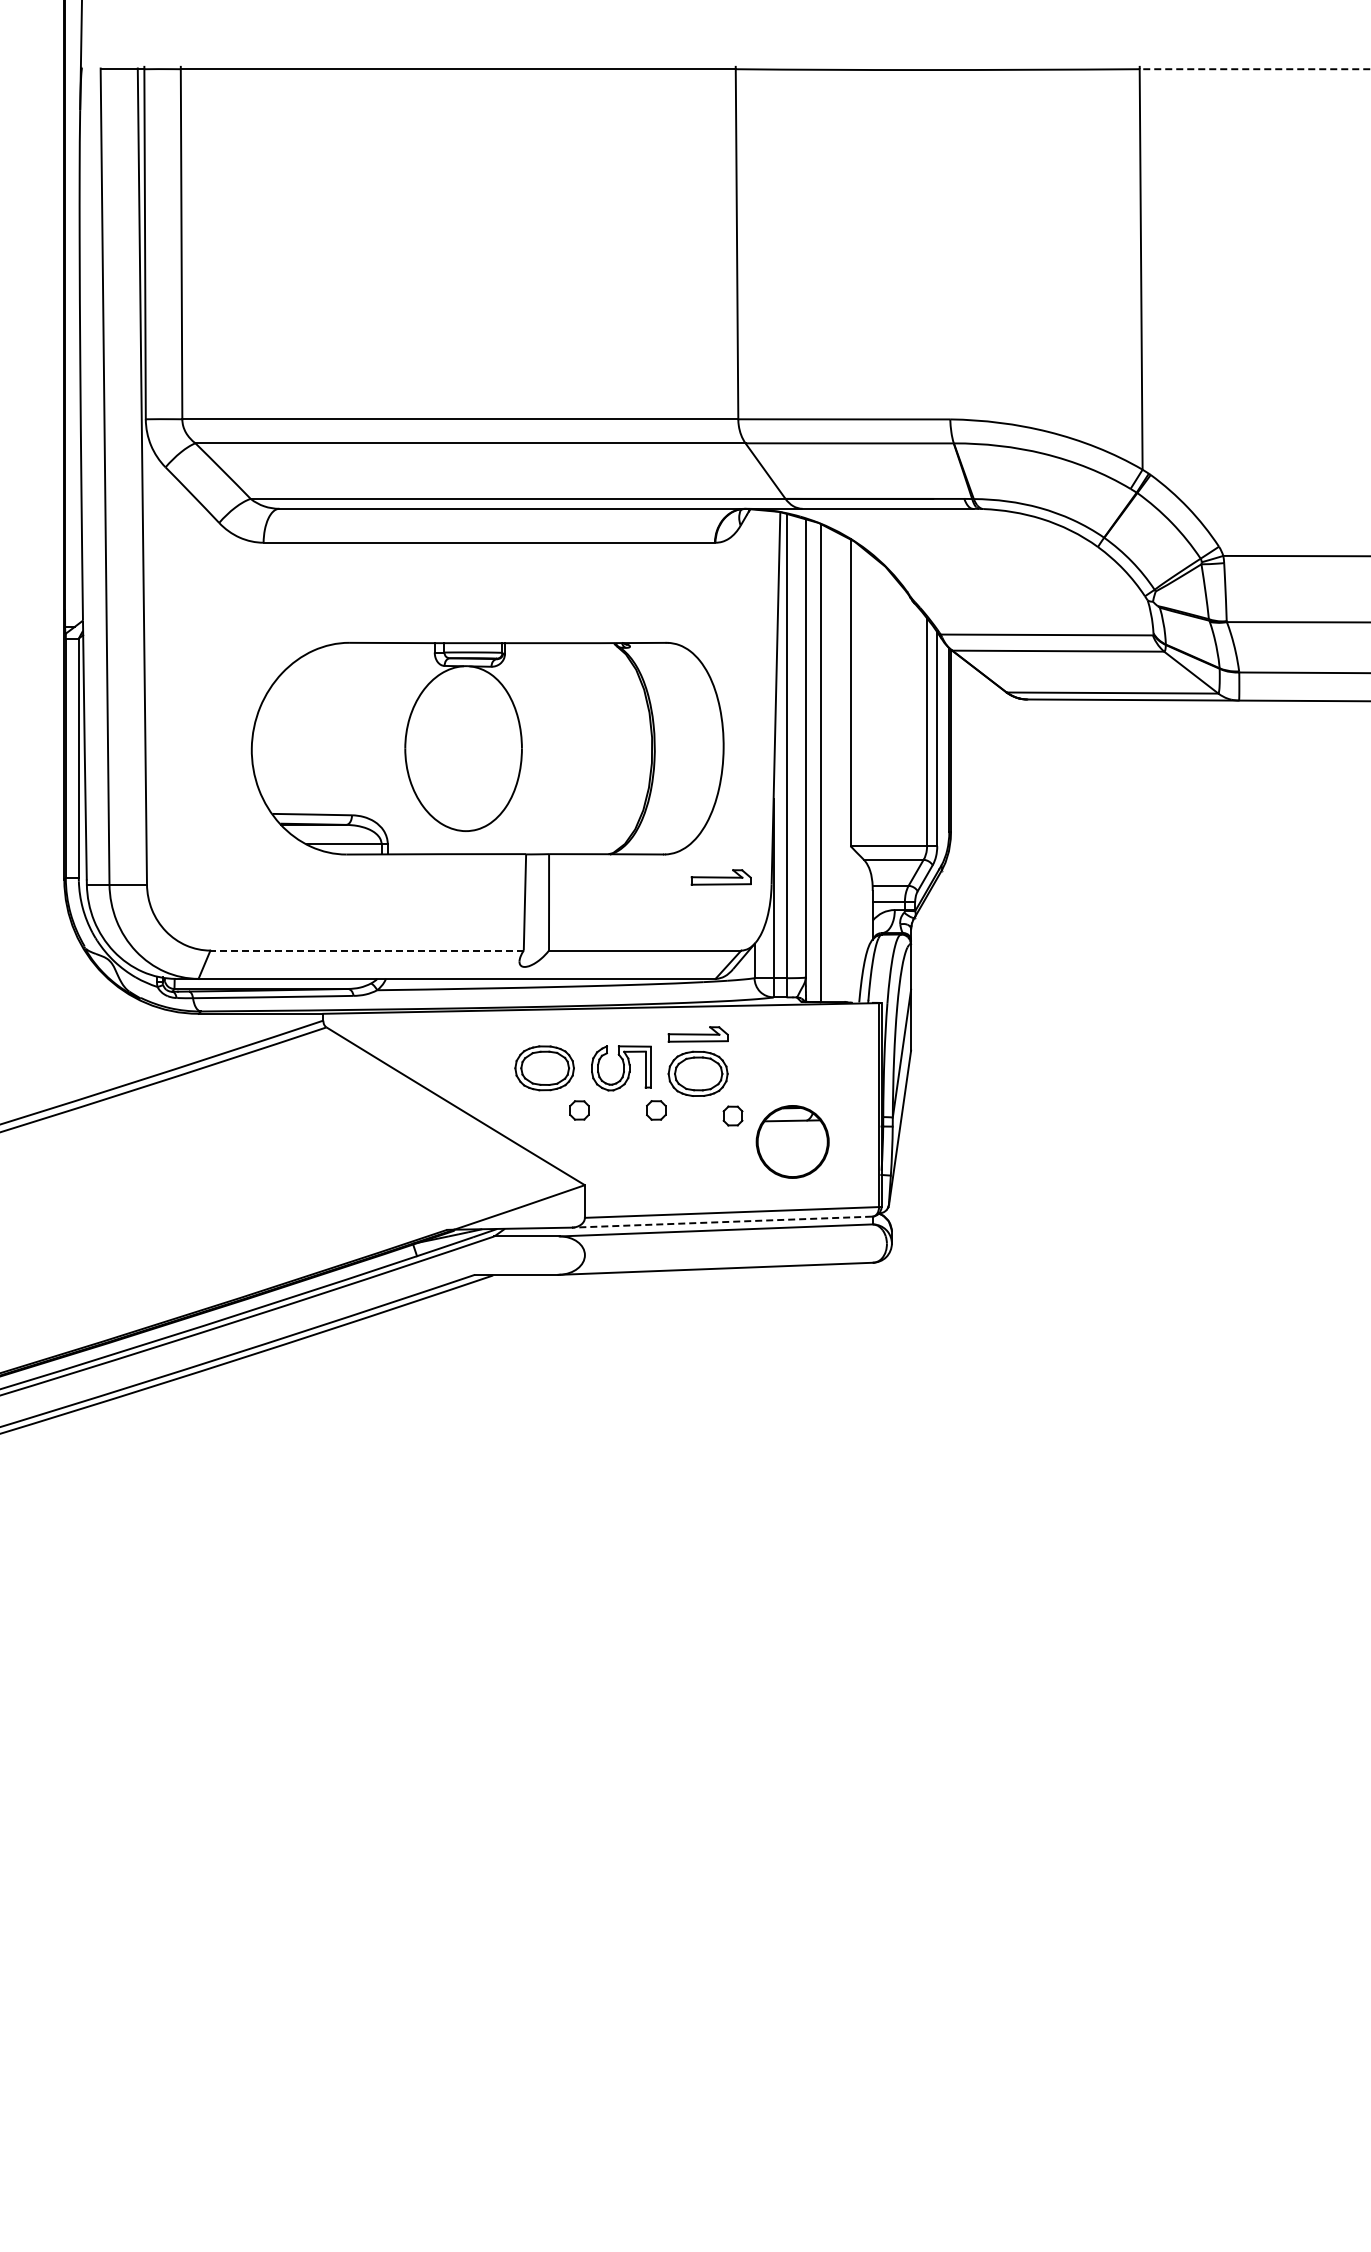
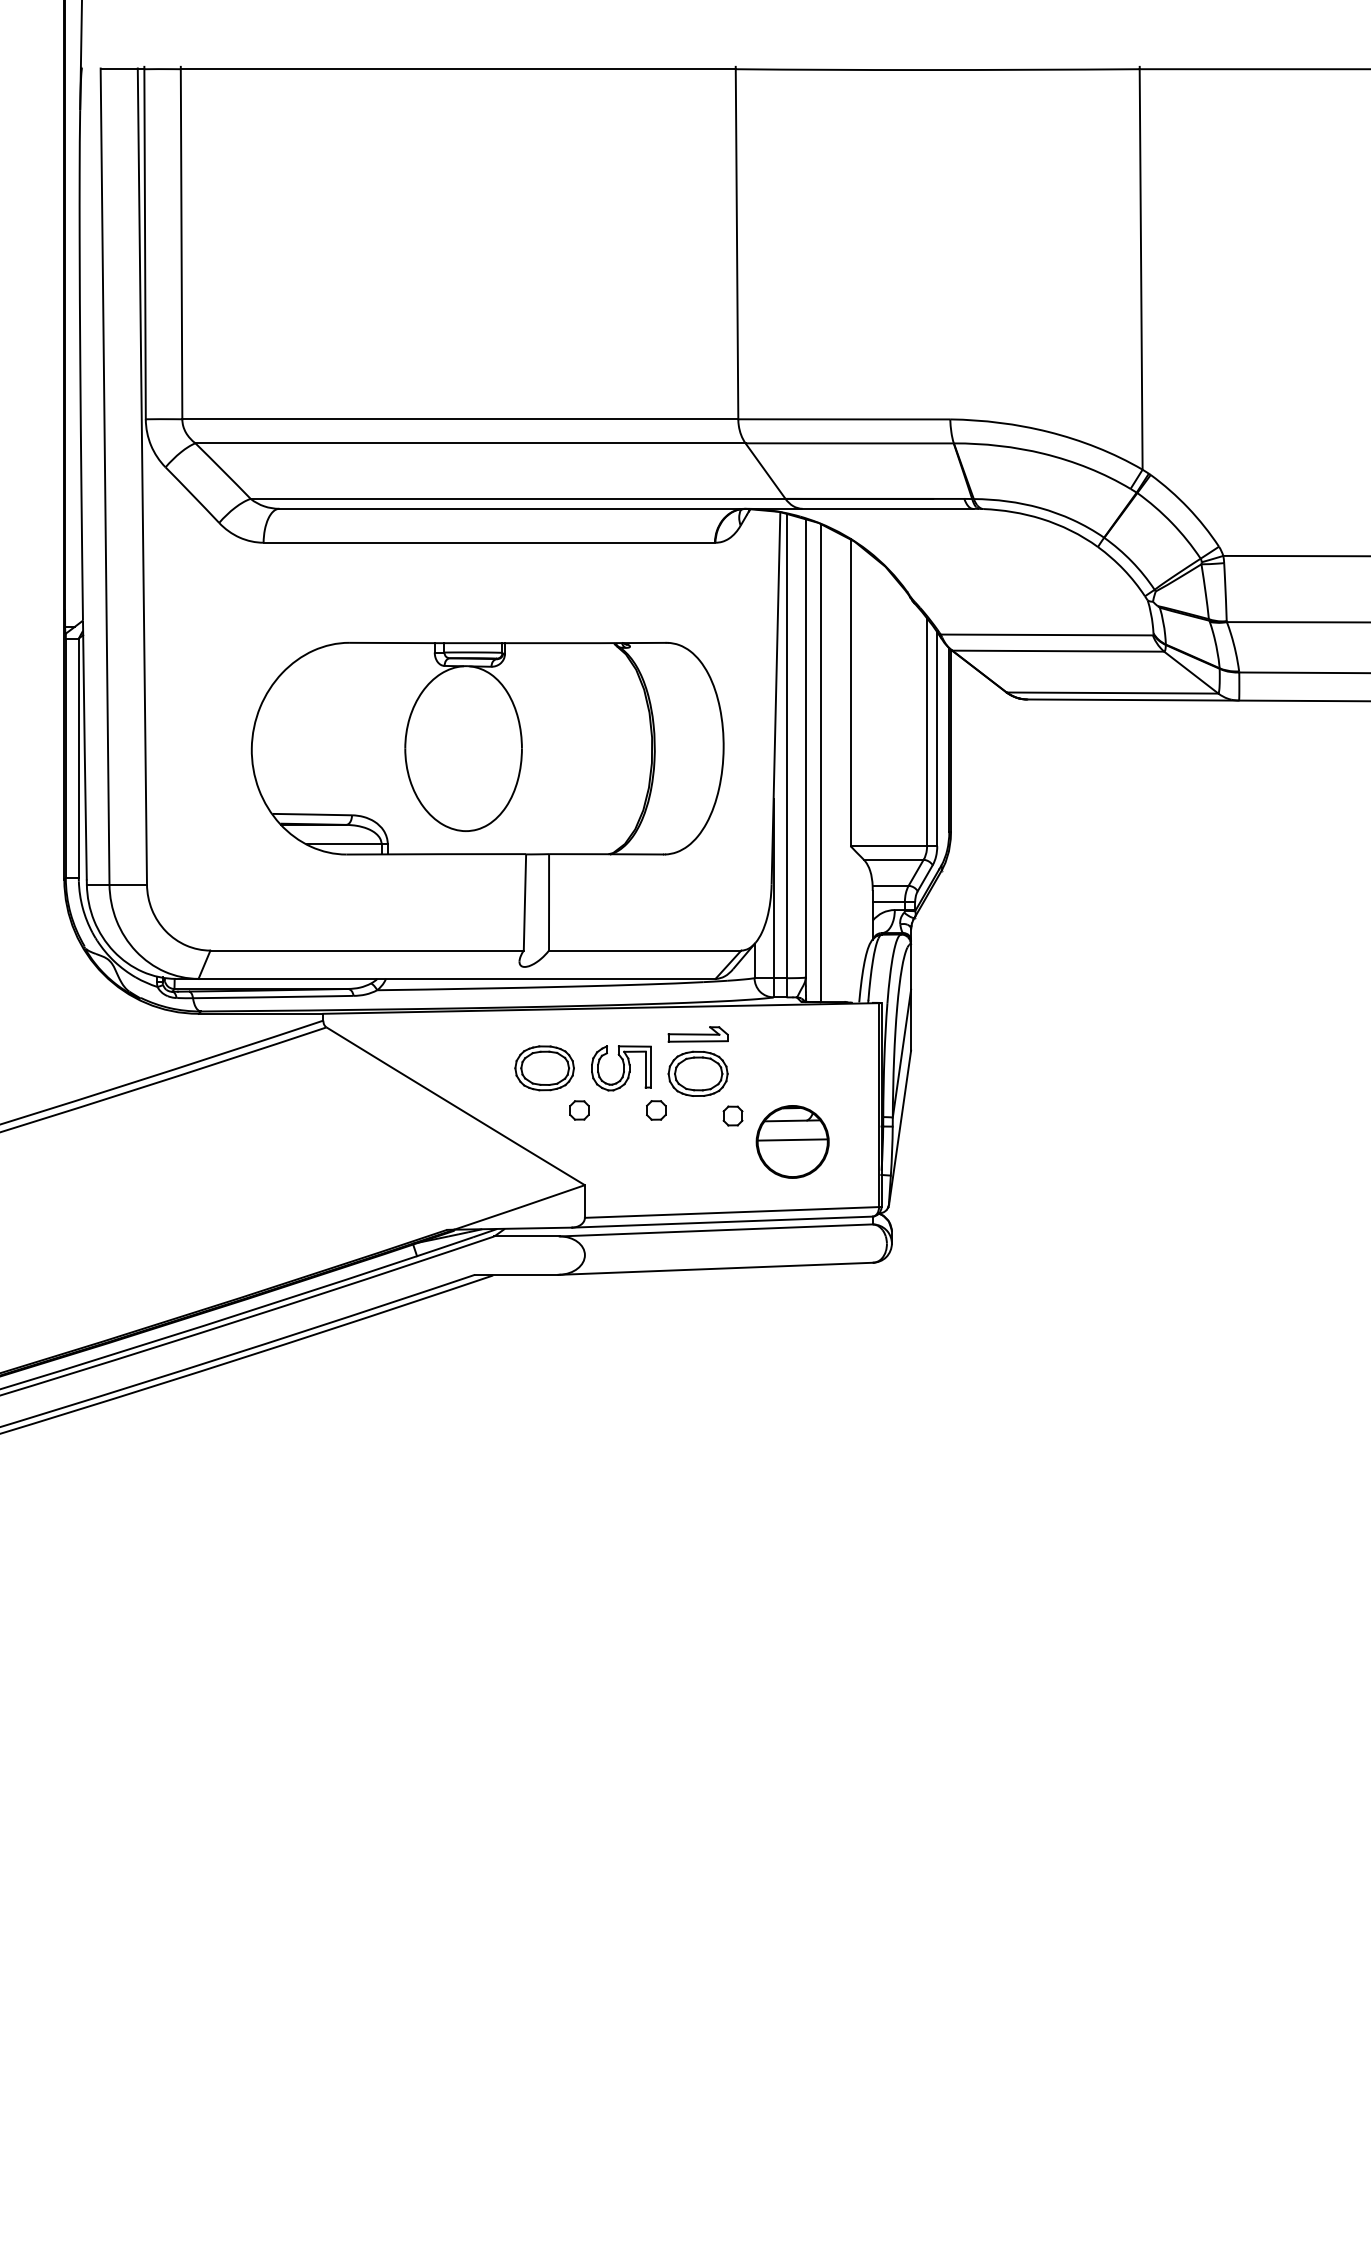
line at (1254, 69): dashed -> solid
part at (720, 877): present -> none
line at (367, 950): dashed -> solid
line at (792, 1139): none -> present
line at (721, 1222): dashed -> solid
